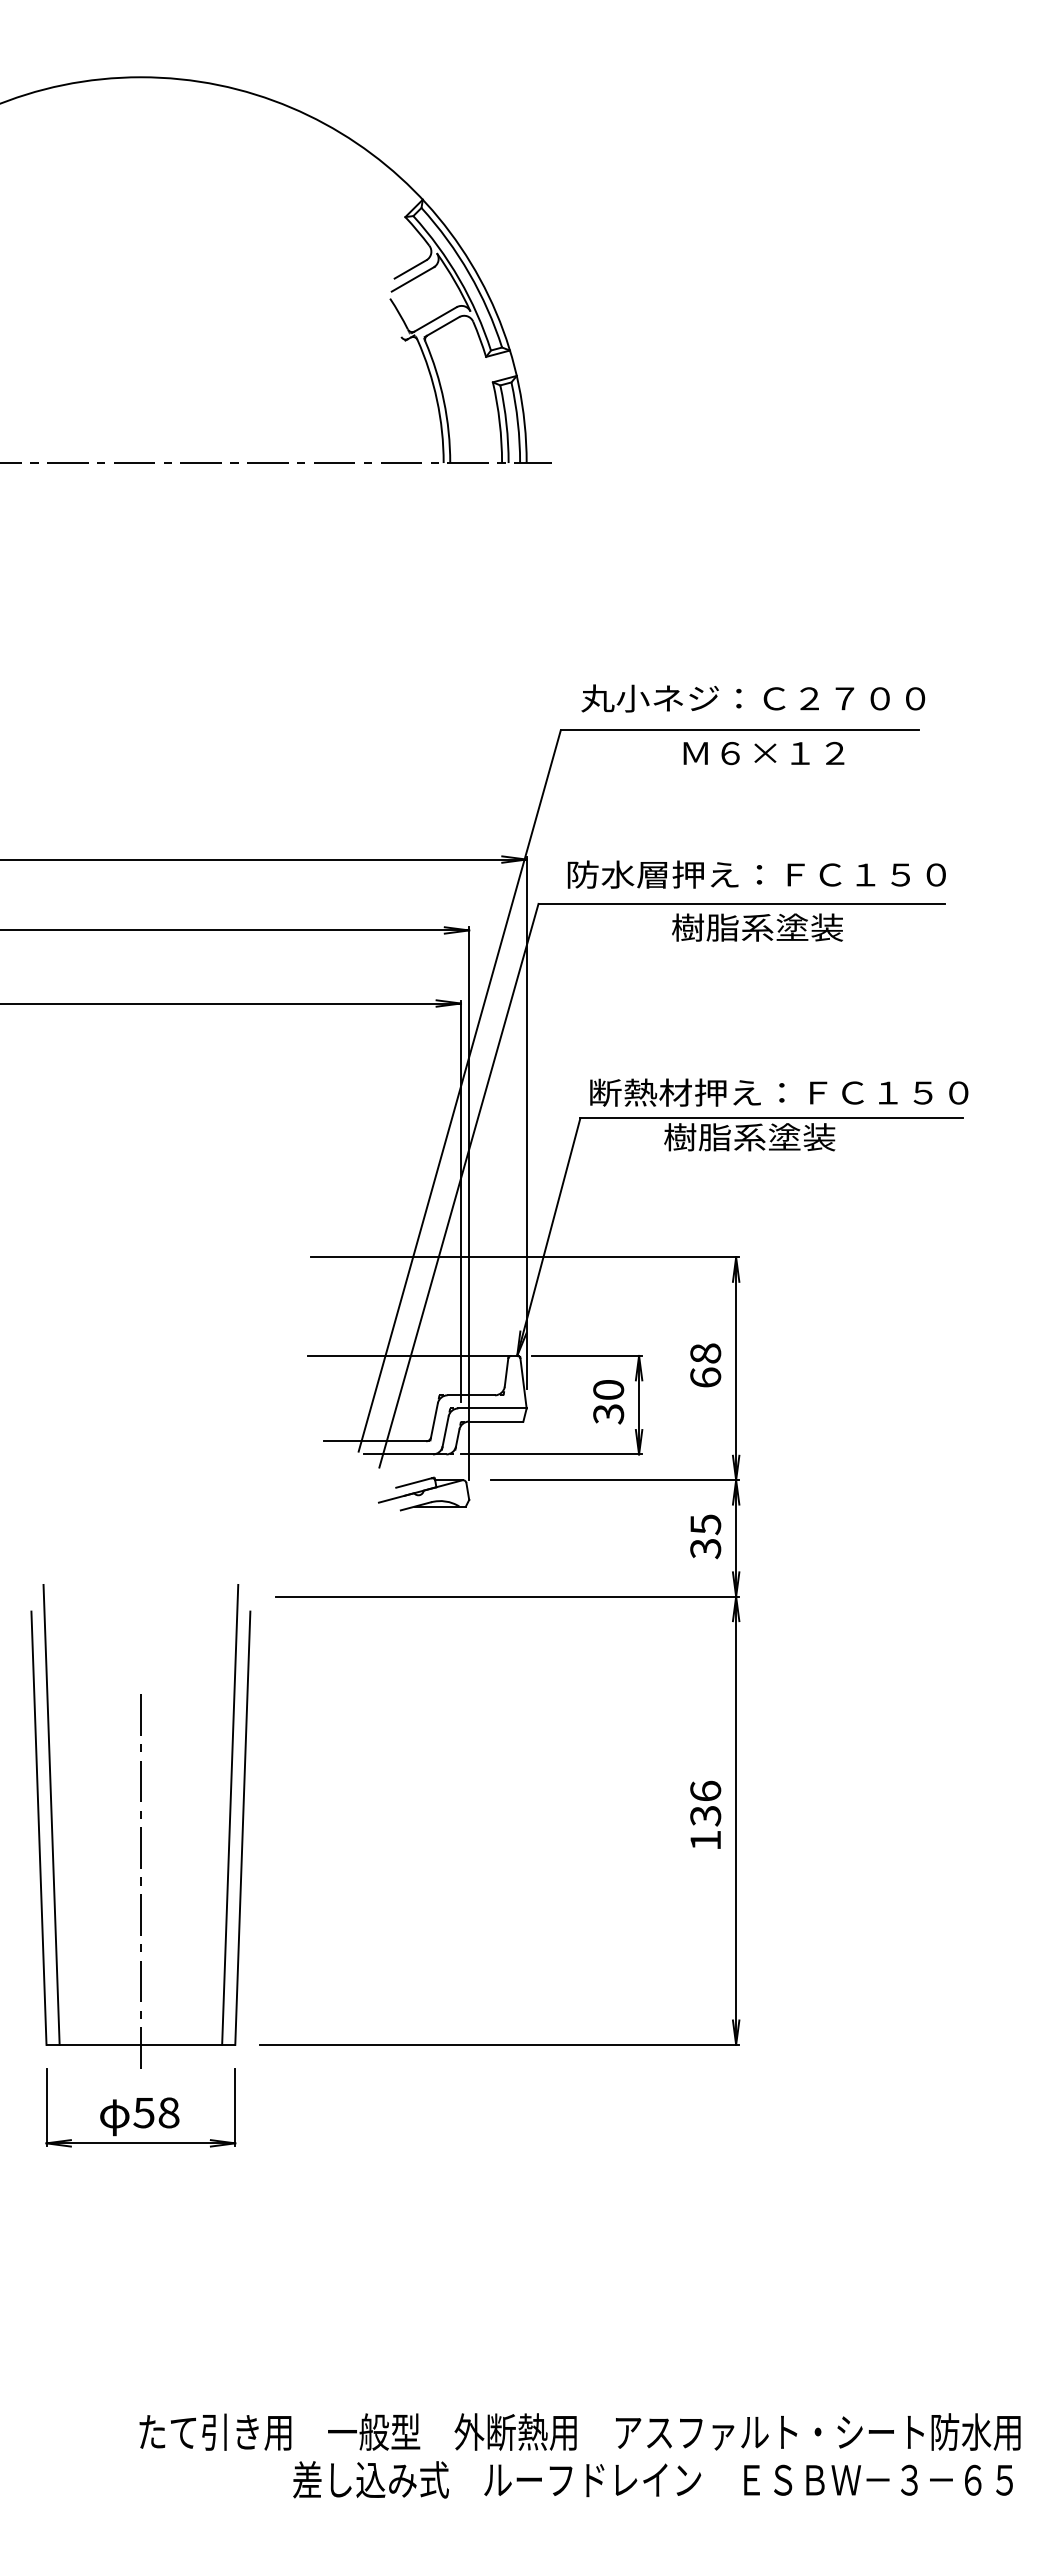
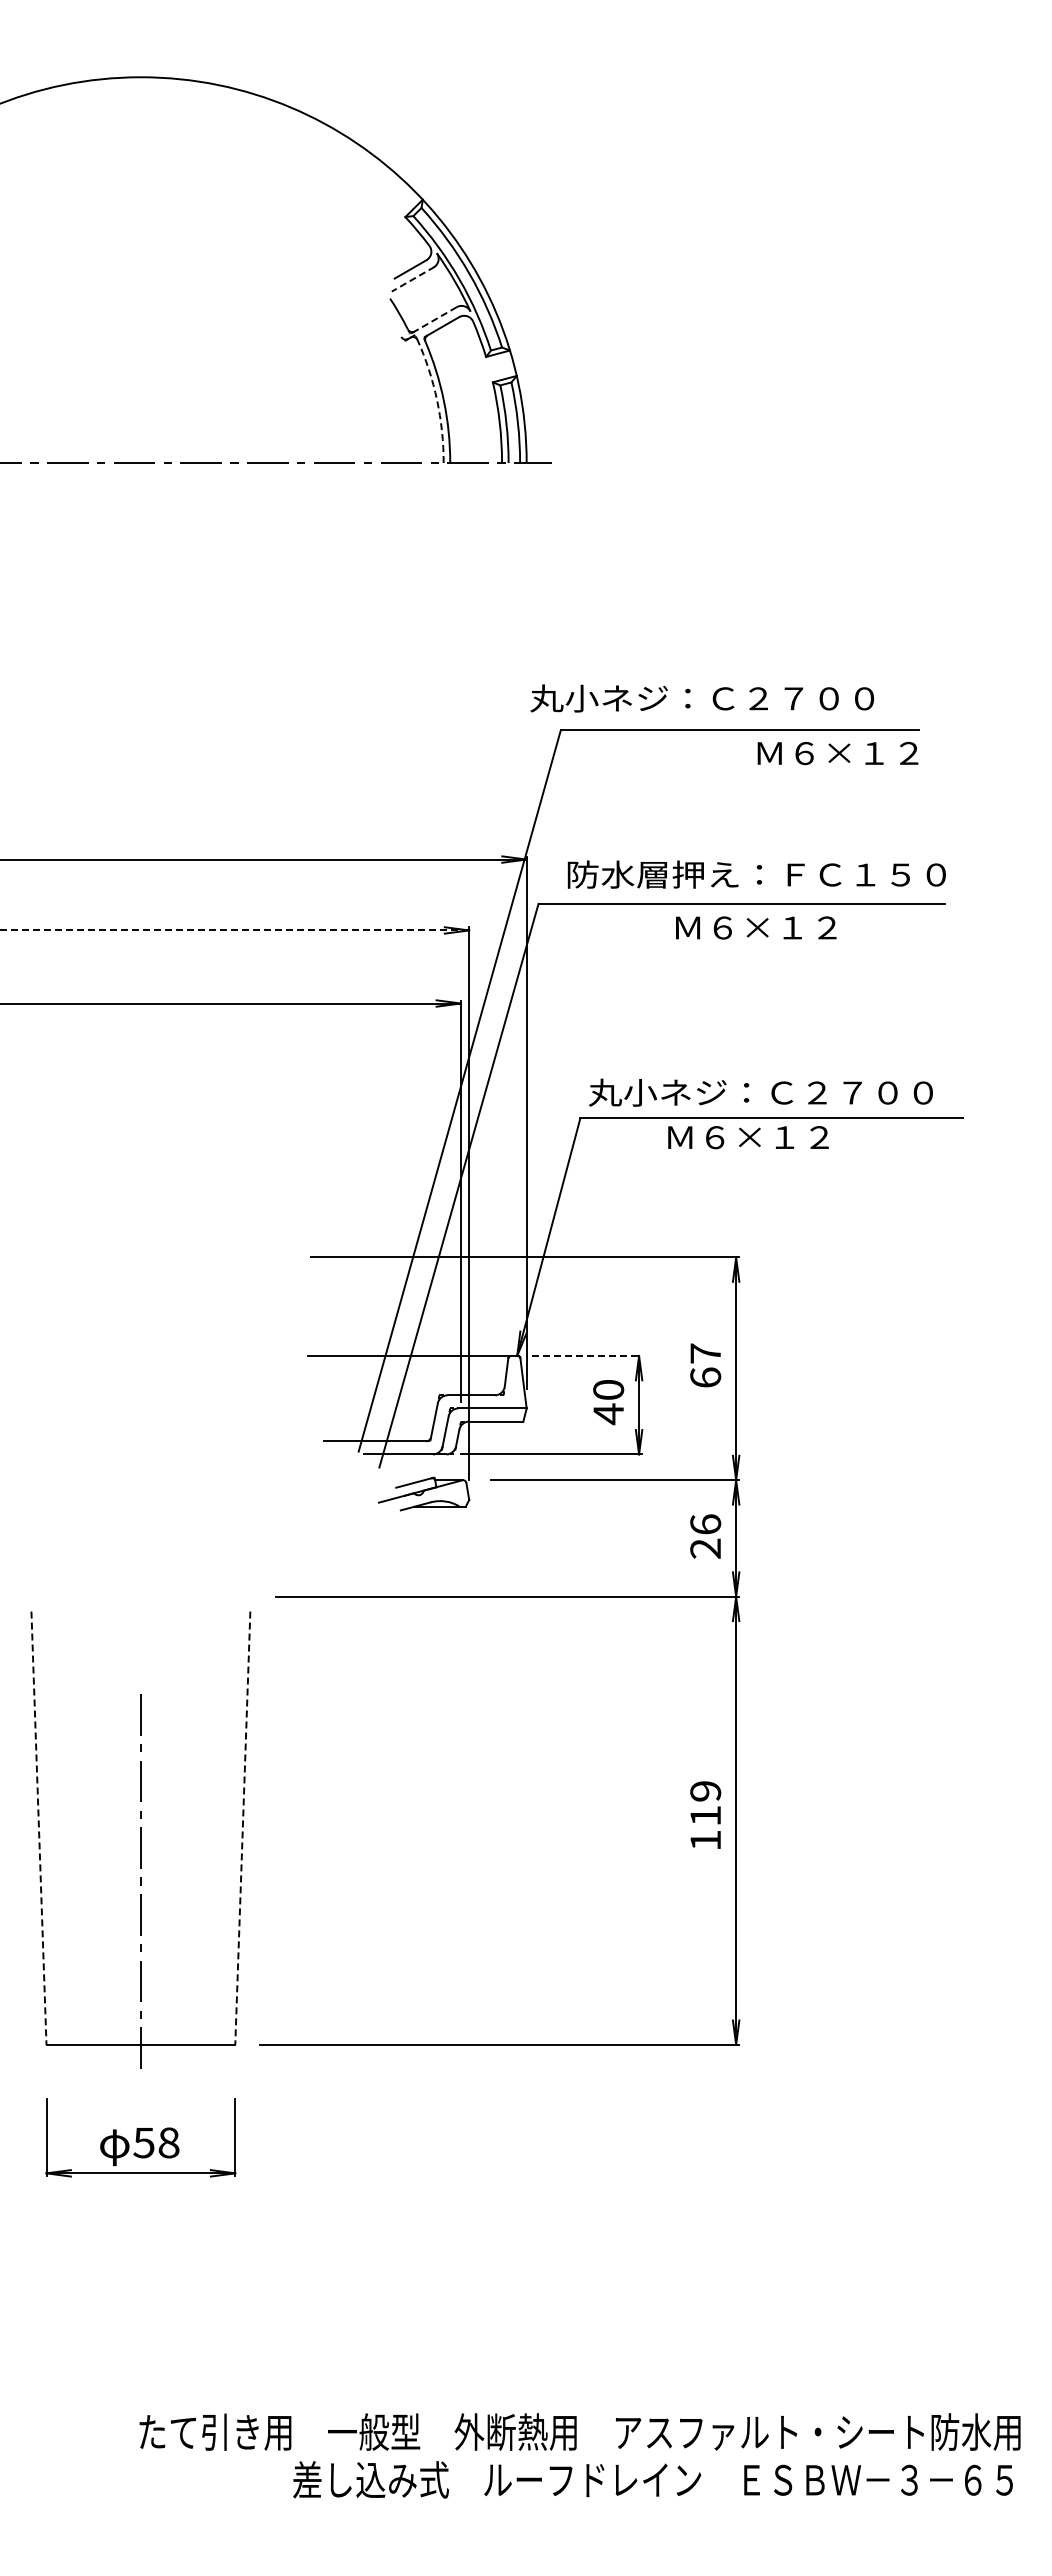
line at (413, 279): solid -> dashed
line at (435, 319): solid -> dashed
arc at (437, 400): solid -> dashed
text at (753, 698) position: (753, 698) -> (702, 698)
text at (763, 753) position: (763, 753) -> (837, 753)
text at (757, 927): 樹脂系塗装 -> Ｍ６×１２
line at (235, 930): solid -> dashed
text at (778, 1092): 断熱材押え：ＦＣ１５０ -> 丸小ネジ：Ｃ２７００
text at (749, 1137): 樹脂系塗装 -> Ｍ６×１２
text at (705, 1353): 68 -> 67
line at (587, 1355): solid -> dashed
text at (608, 1414): 30 -> 40
text at (705, 1536): 35 -> 26
text at (705, 1803): 136 -> 119
line at (51, 1814): present -> none
line at (230, 1814): present -> none
line at (38, 1828): solid -> dashed
line at (242, 1828): solid -> dashed
part at (140, 2107) position: (140, 2107) -> (140, 2137)
